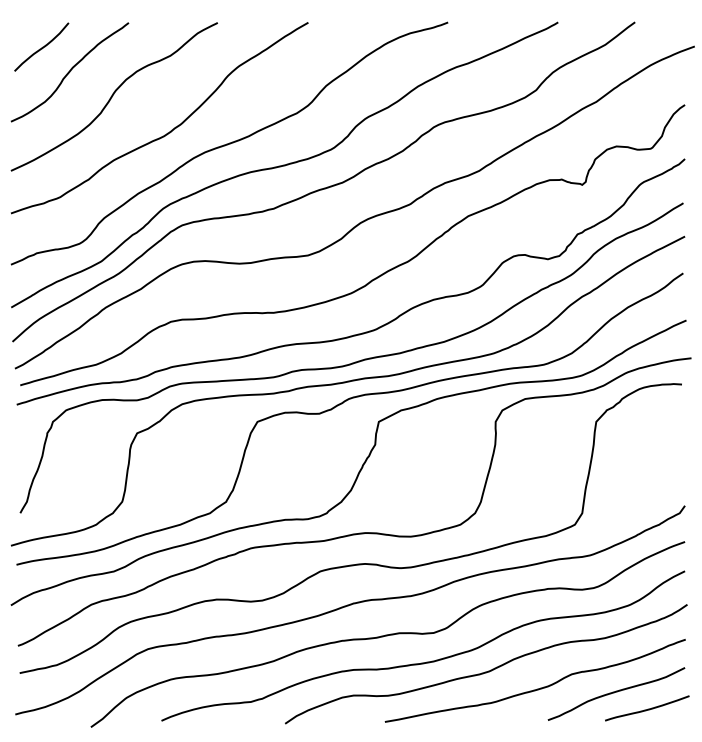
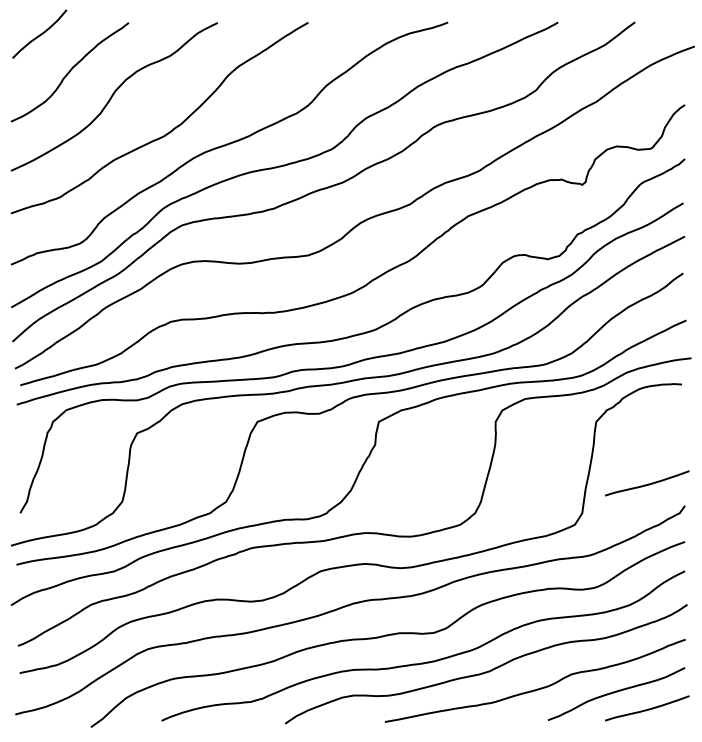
curve at (42, 46) position: (42, 46) -> (40, 33)
curve at (648, 483): none -> present
